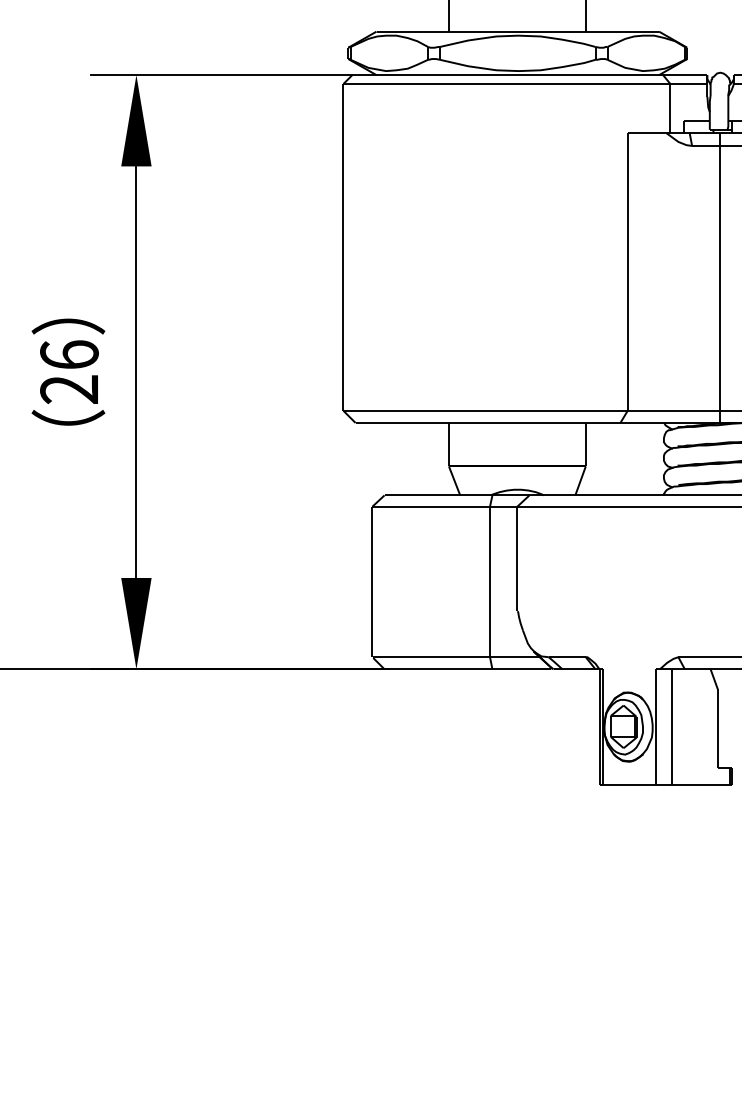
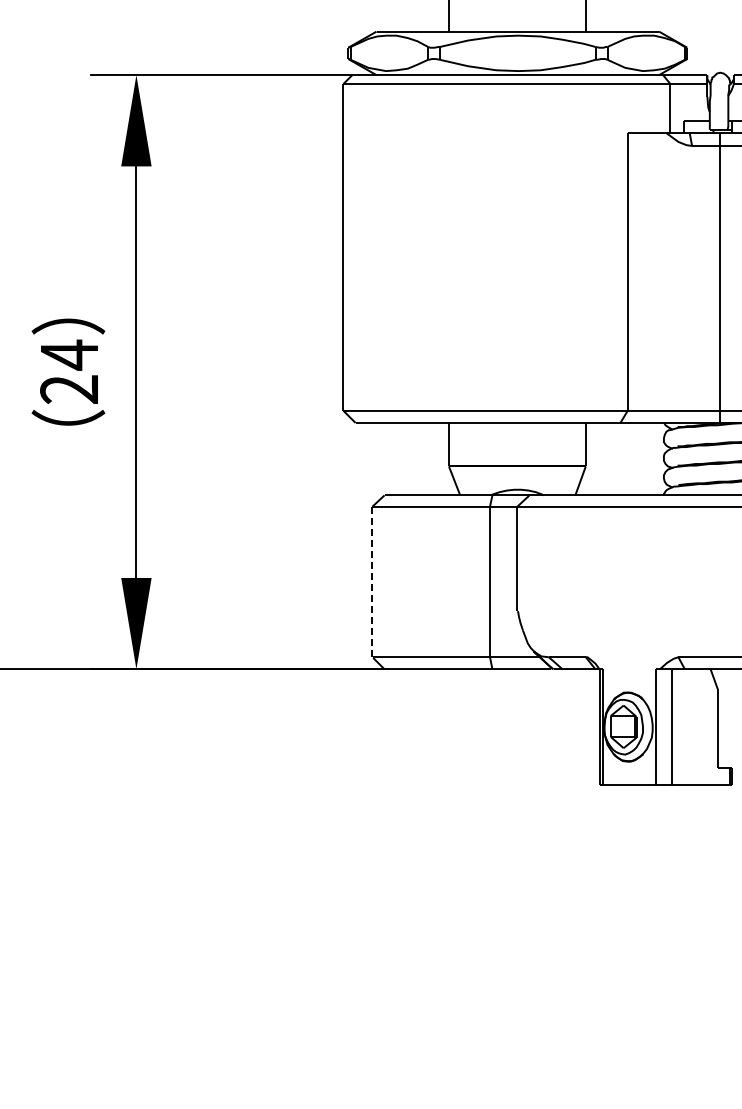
text at (69, 354): 26 -> 24
line at (372, 582): solid -> dashed
